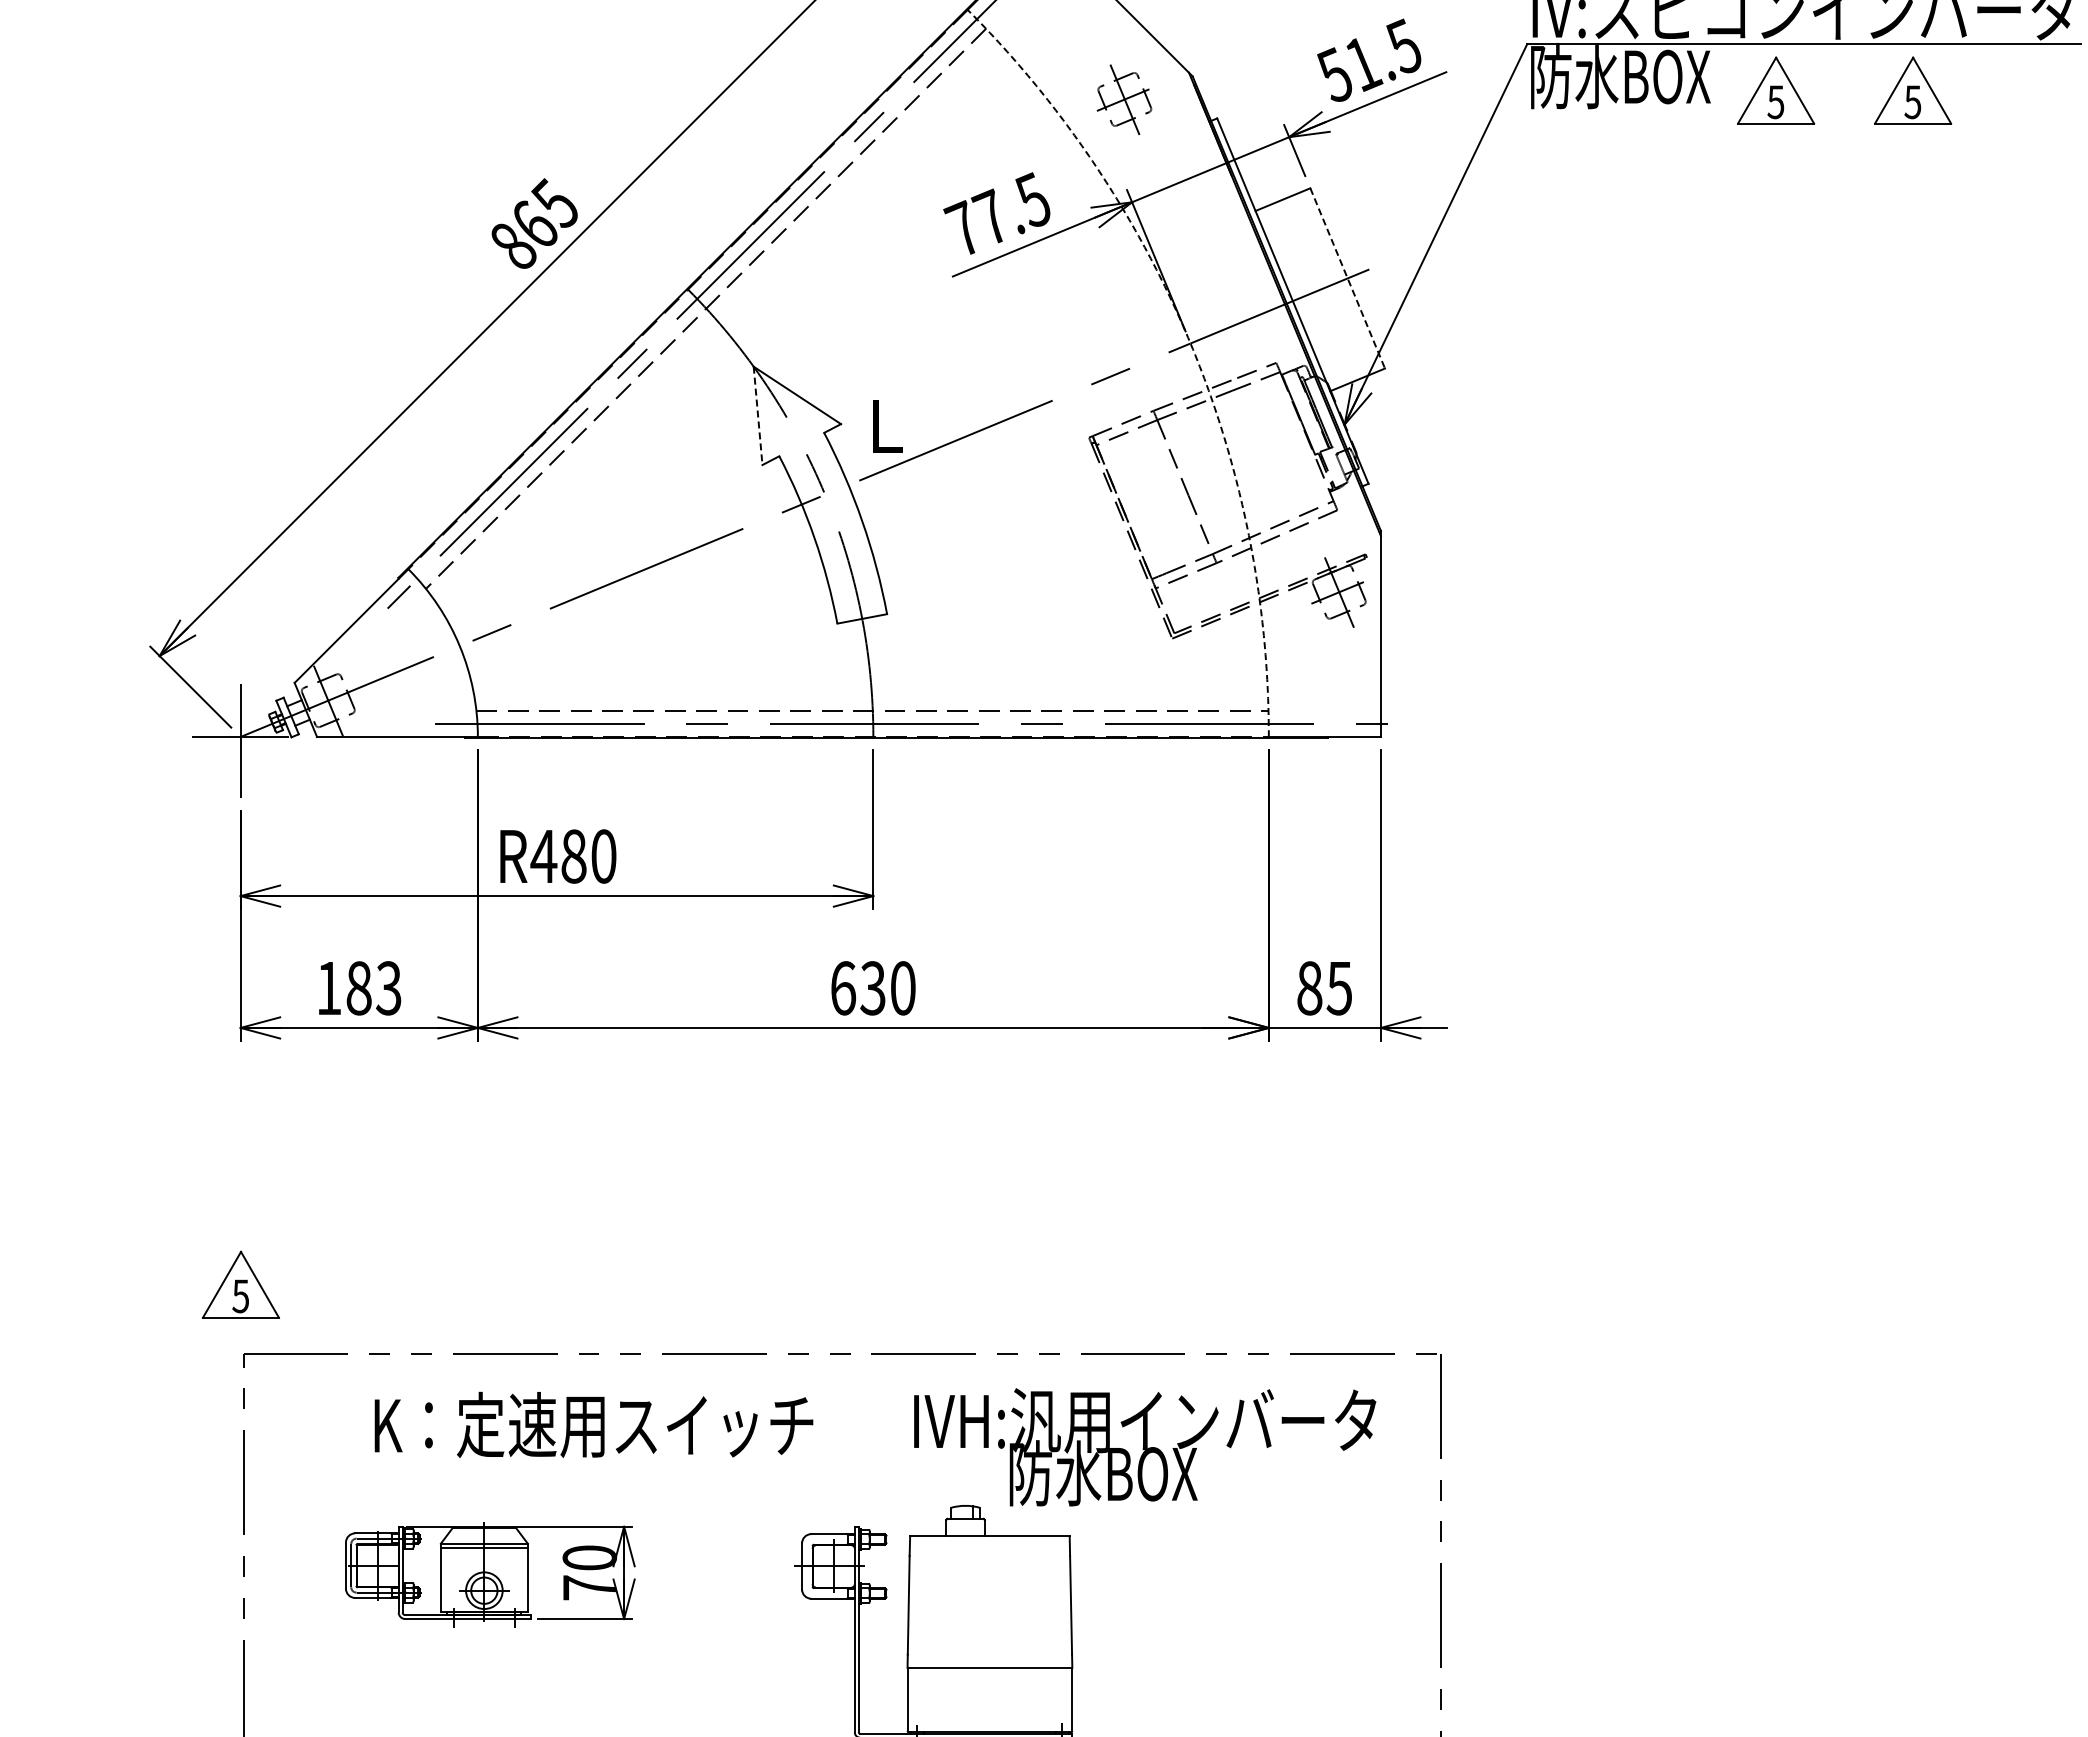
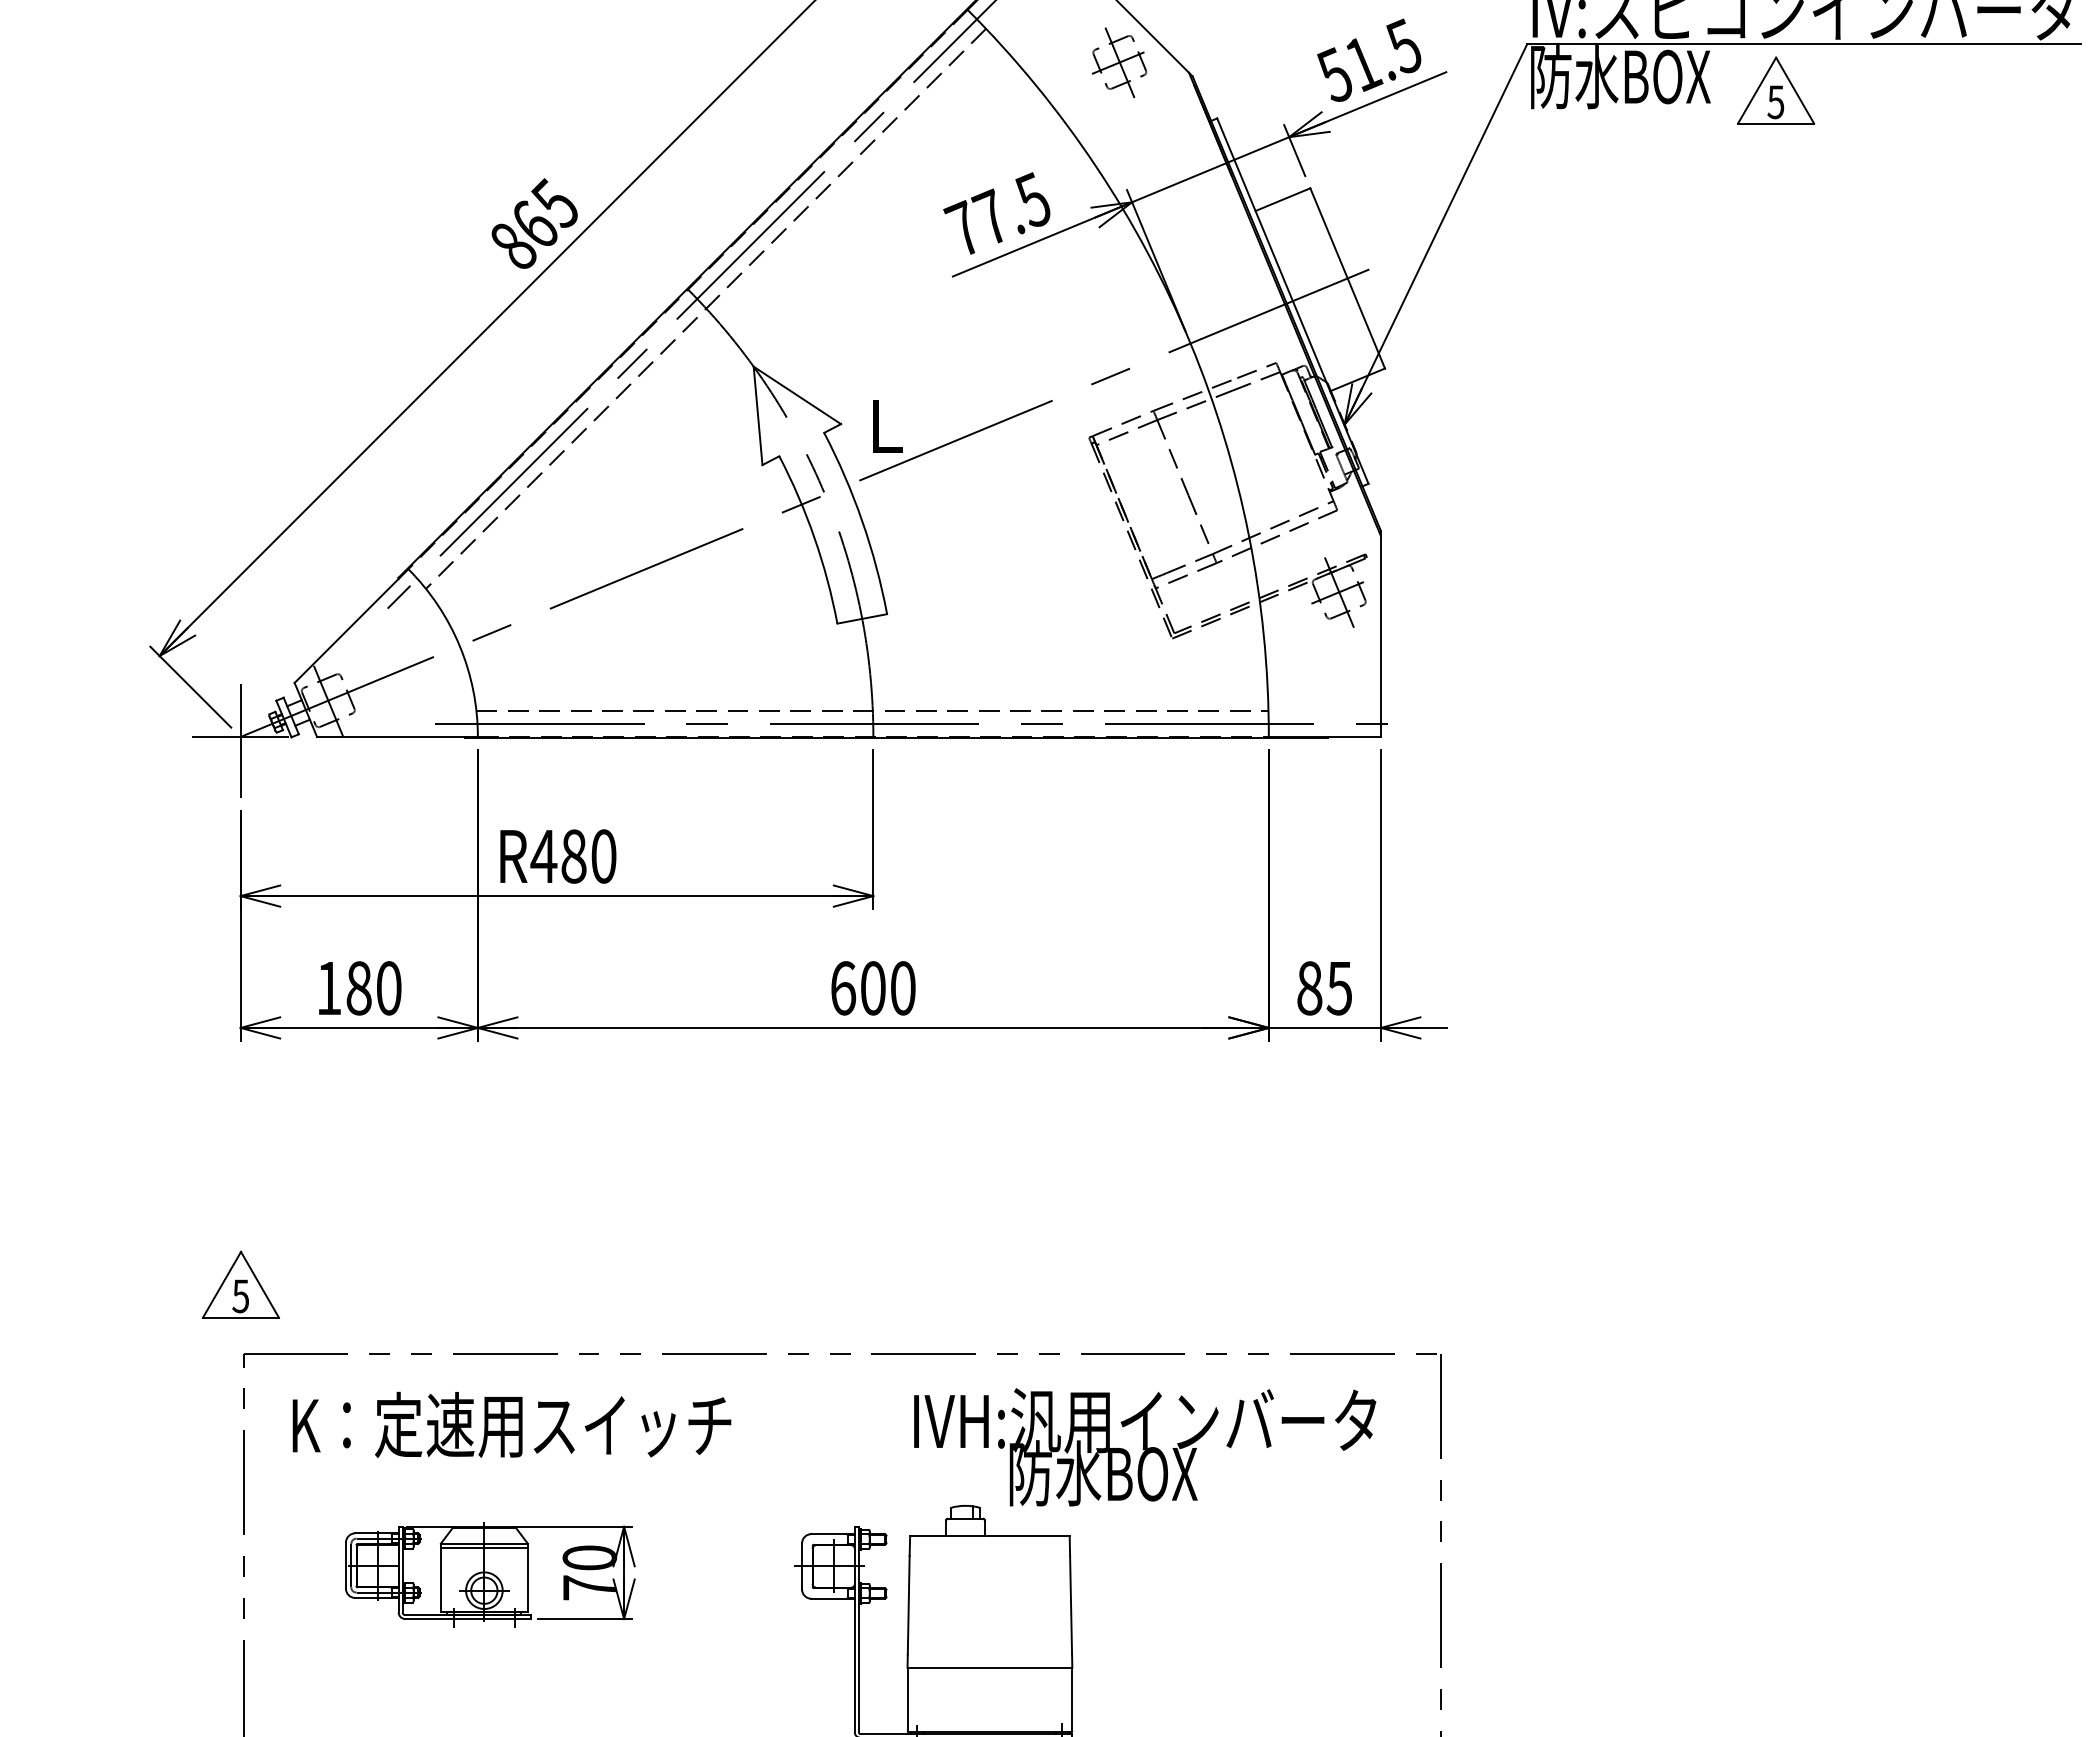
part at (1913, 90): present -> none
part at (1124, 99) position: (1124, 99) -> (1119, 62)
line at (1347, 278): dashed -> solid
arc at (1190, 343): dashed -> solid
line at (758, 416): dashed -> solid
text at (388, 988): 183 -> 180
text at (872, 988): 630 -> 600
text at (593, 1424) position: (593, 1424) -> (511, 1424)
